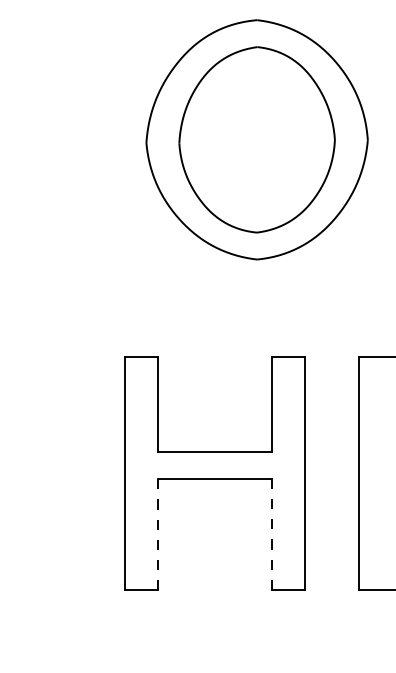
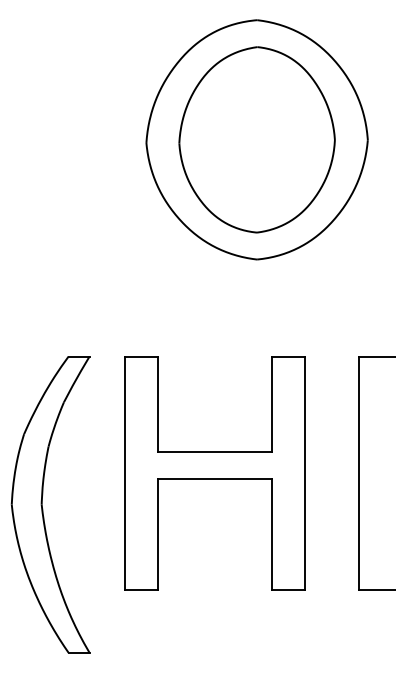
part at (42, 504): none -> present
line at (272, 534): dashed -> solid
line at (158, 535): dashed -> solid
